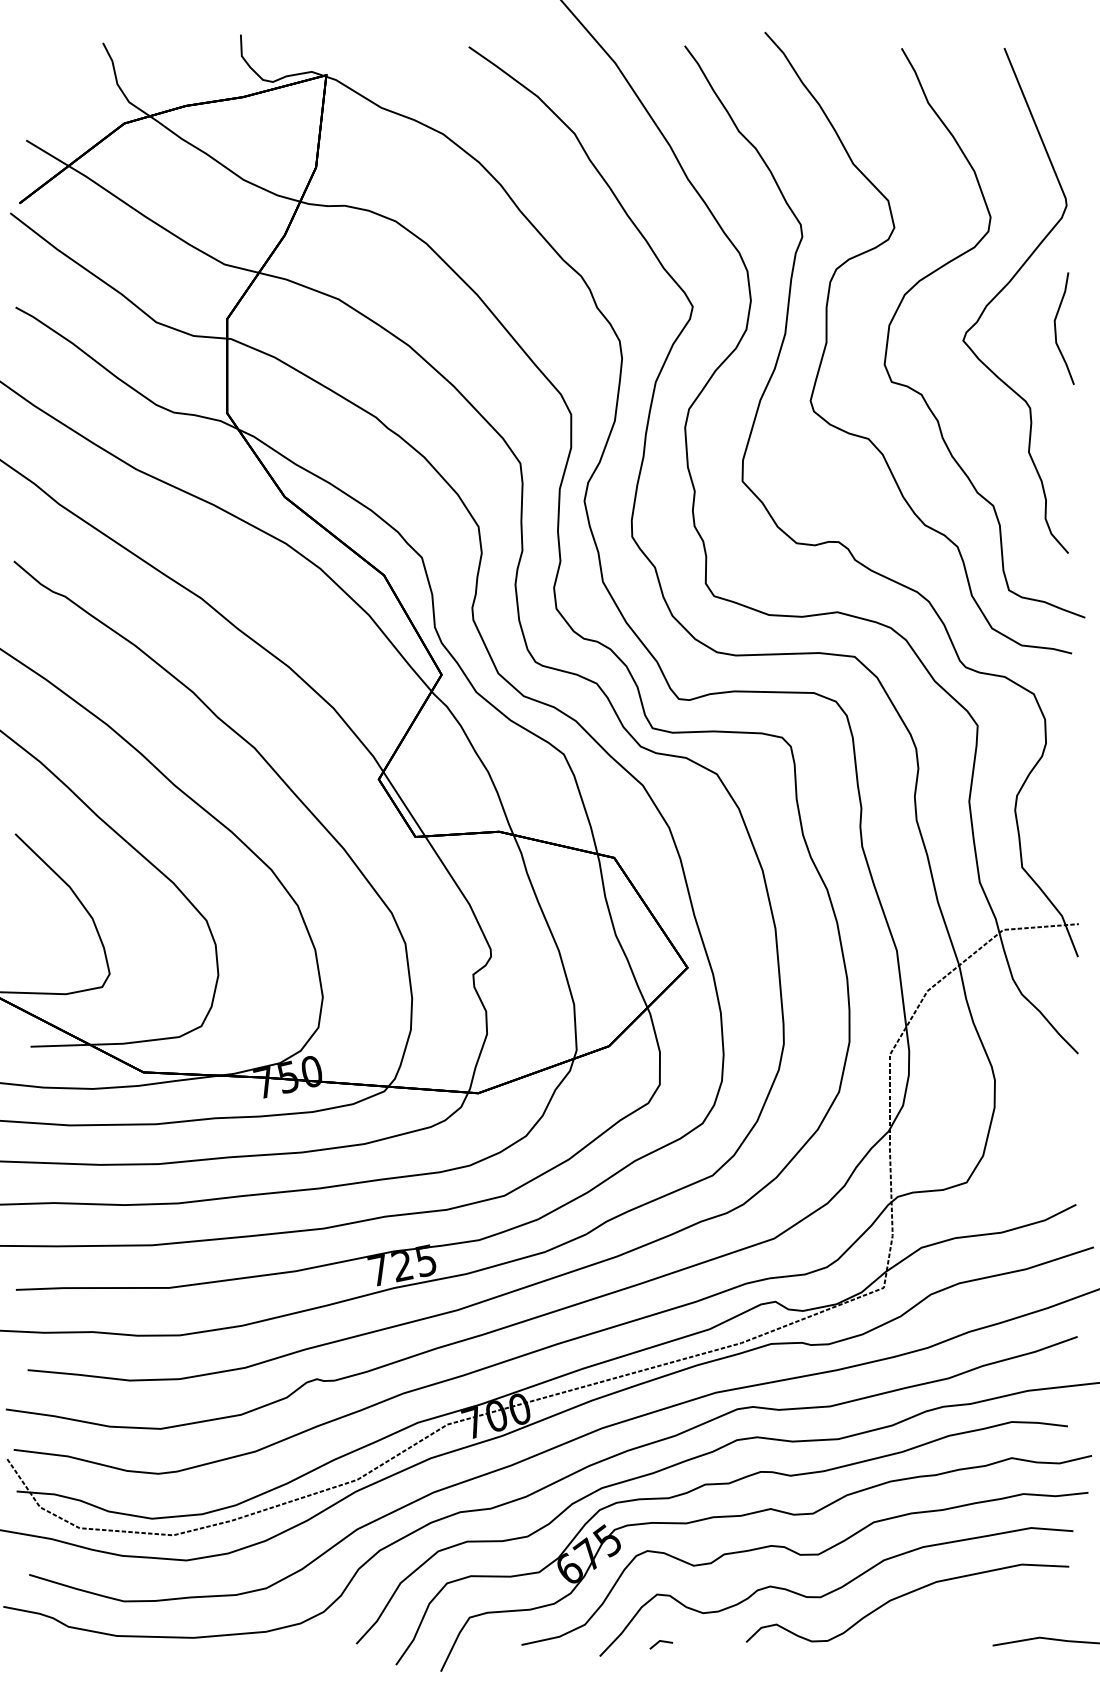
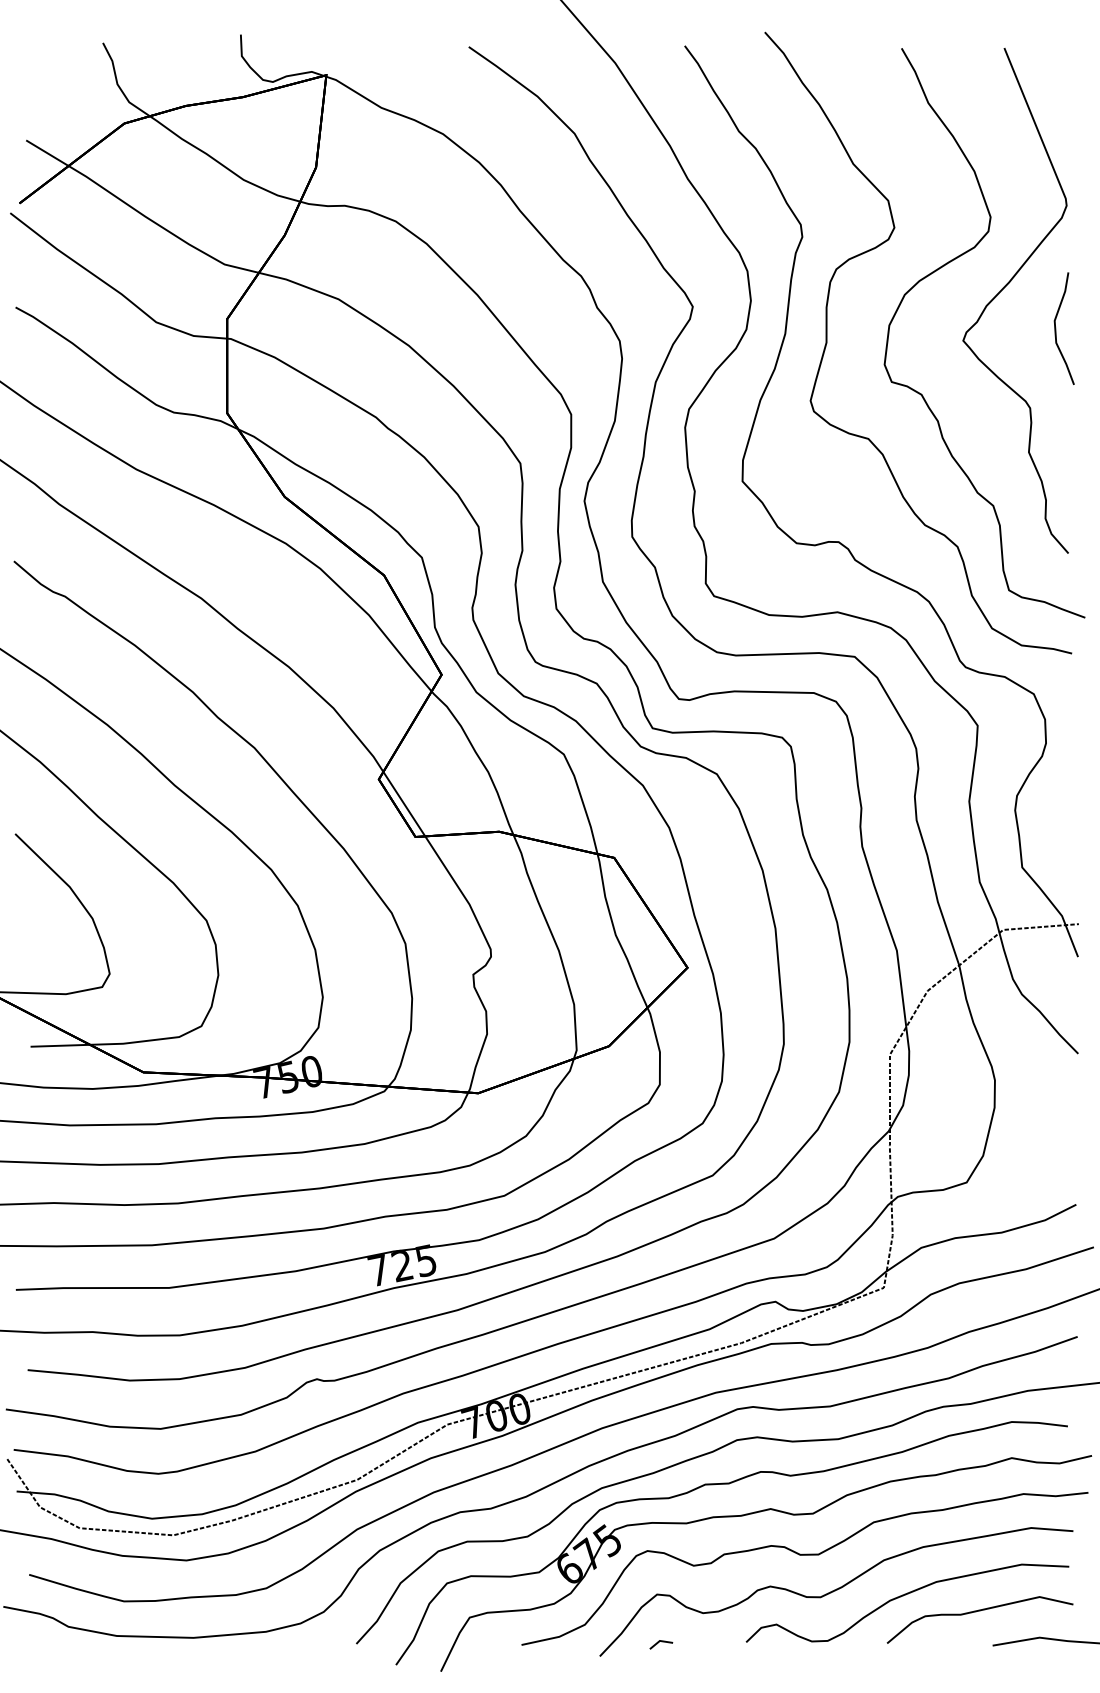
part at (976, 1612): none -> present
